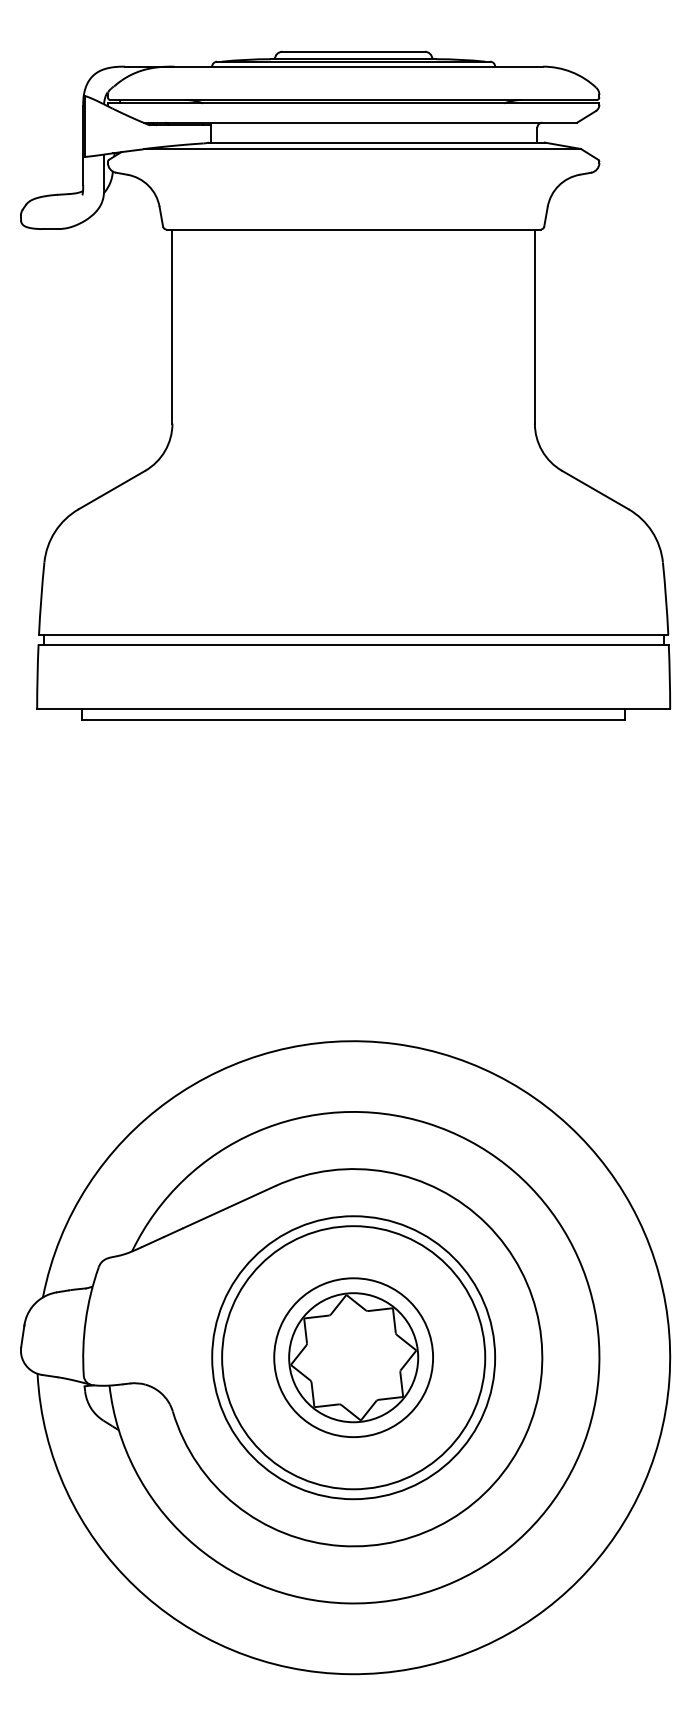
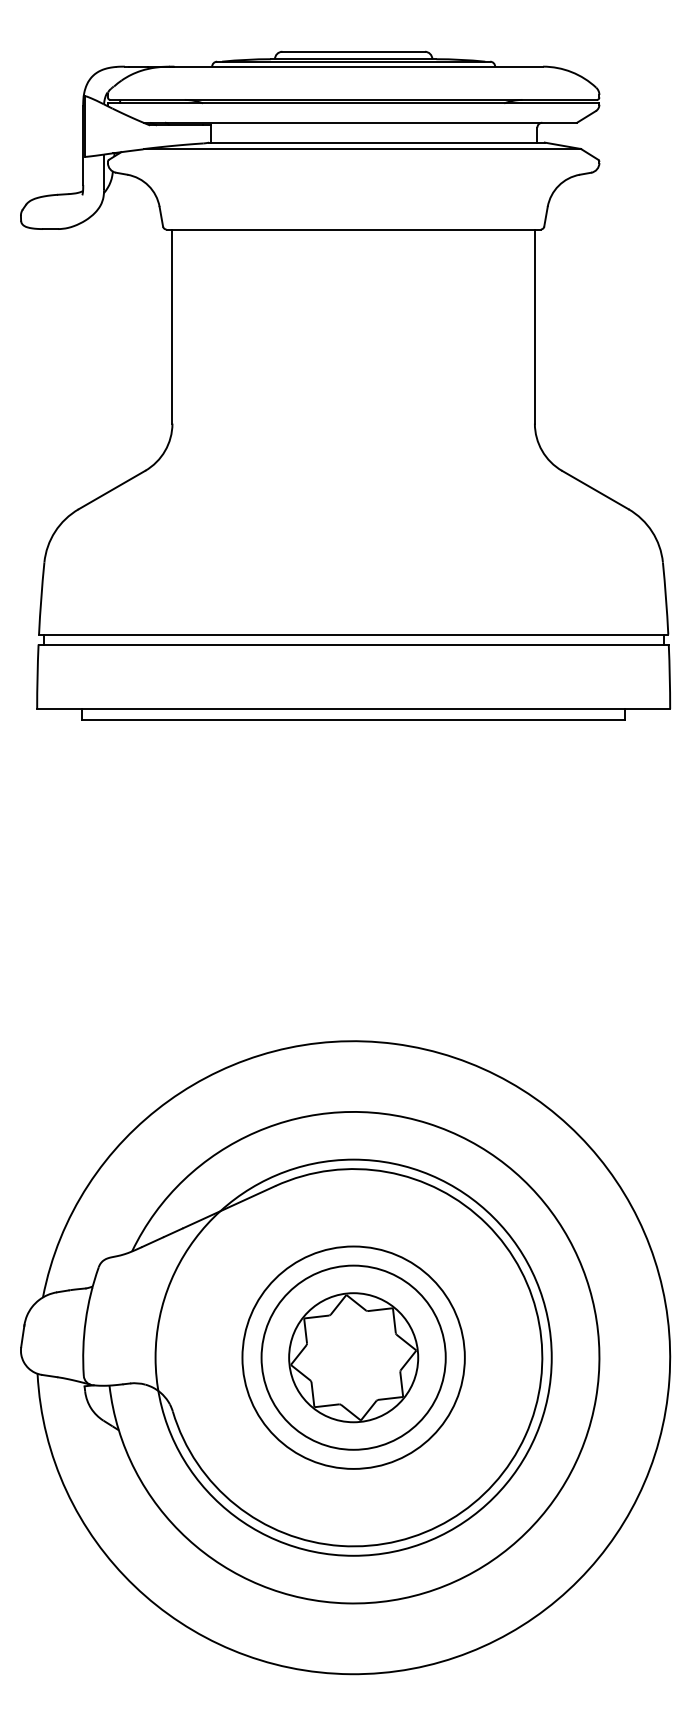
circle at (353, 1357) diameter: 159 px -> 222 px
circle at (353, 1357) diameter: 263 px -> 184 px
circle at (353, 1357) diameter: 283 px -> 396 px
